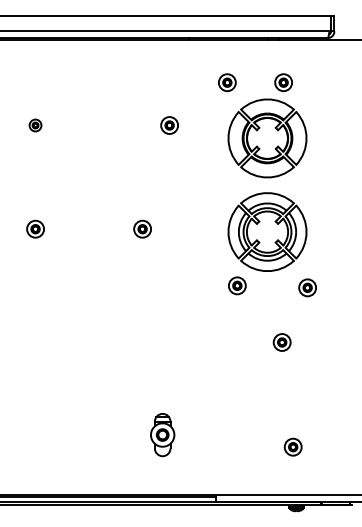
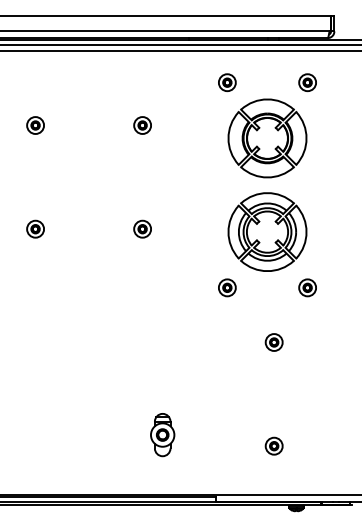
line at (180, 44): none -> present
line at (180, 51): none -> present
part at (283, 82) position: (283, 82) -> (307, 82)
part at (35, 125) size: 15x15 px -> 19x19 px
part at (169, 125) position: (169, 125) -> (142, 125)
part at (237, 285) position: (237, 285) -> (227, 287)
part at (281, 342) position: (281, 342) -> (273, 342)
part at (292, 446) position: (292, 446) -> (273, 445)
